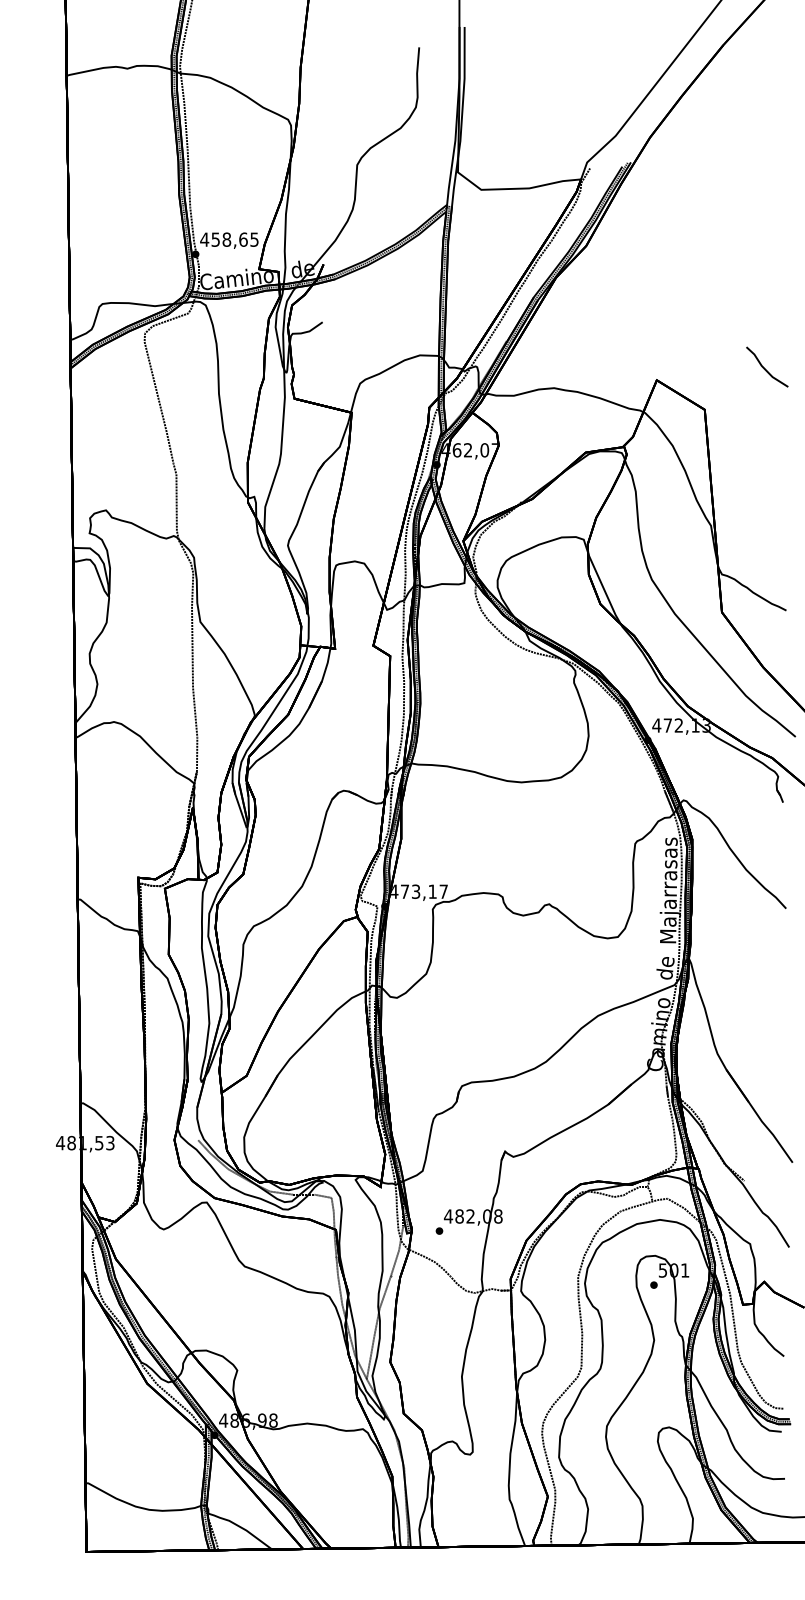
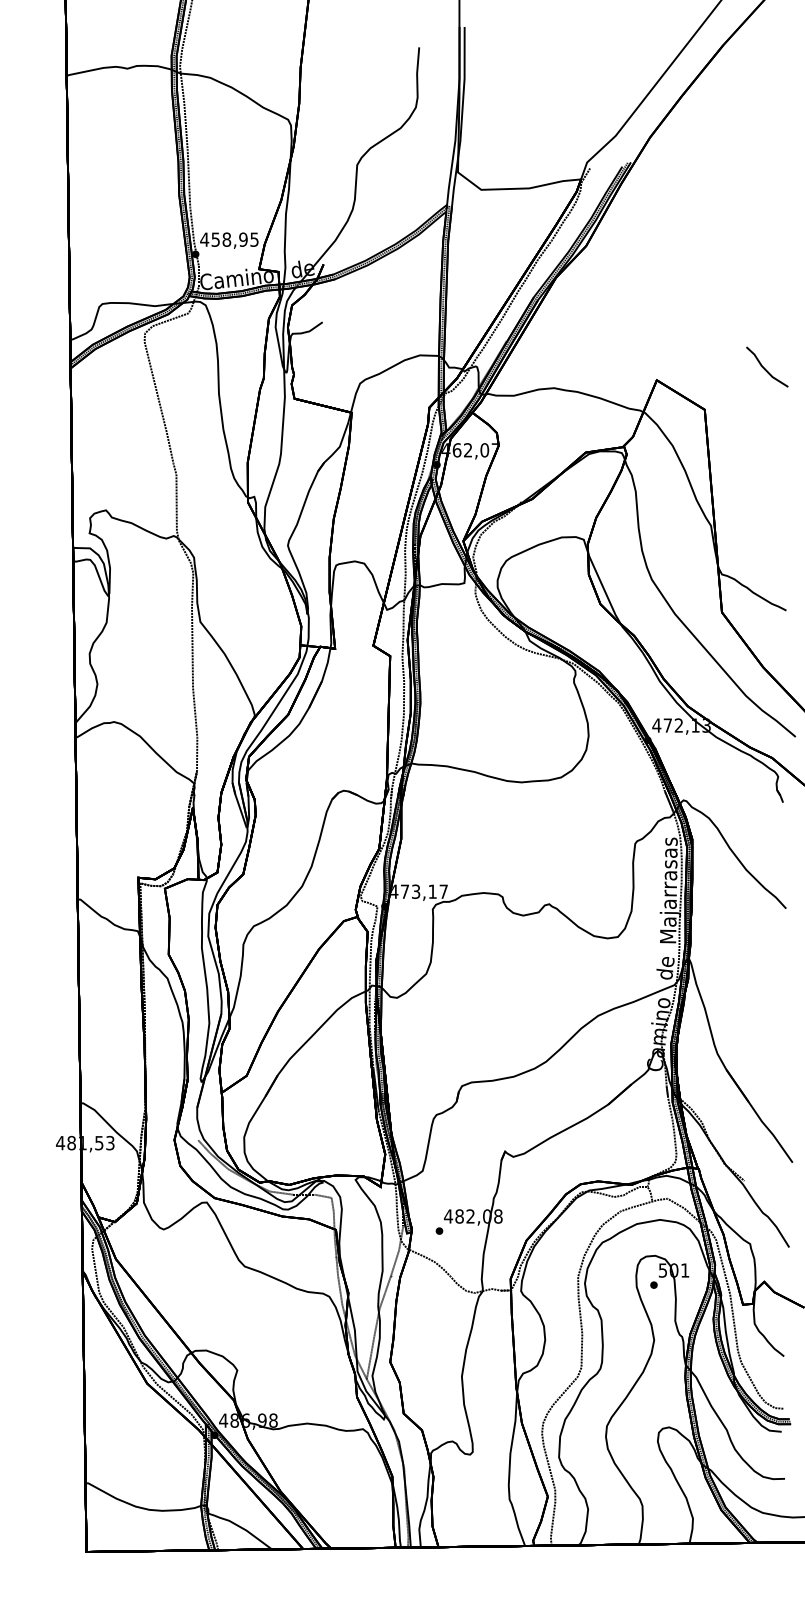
text at (243, 239): 458,65 -> 458,95
